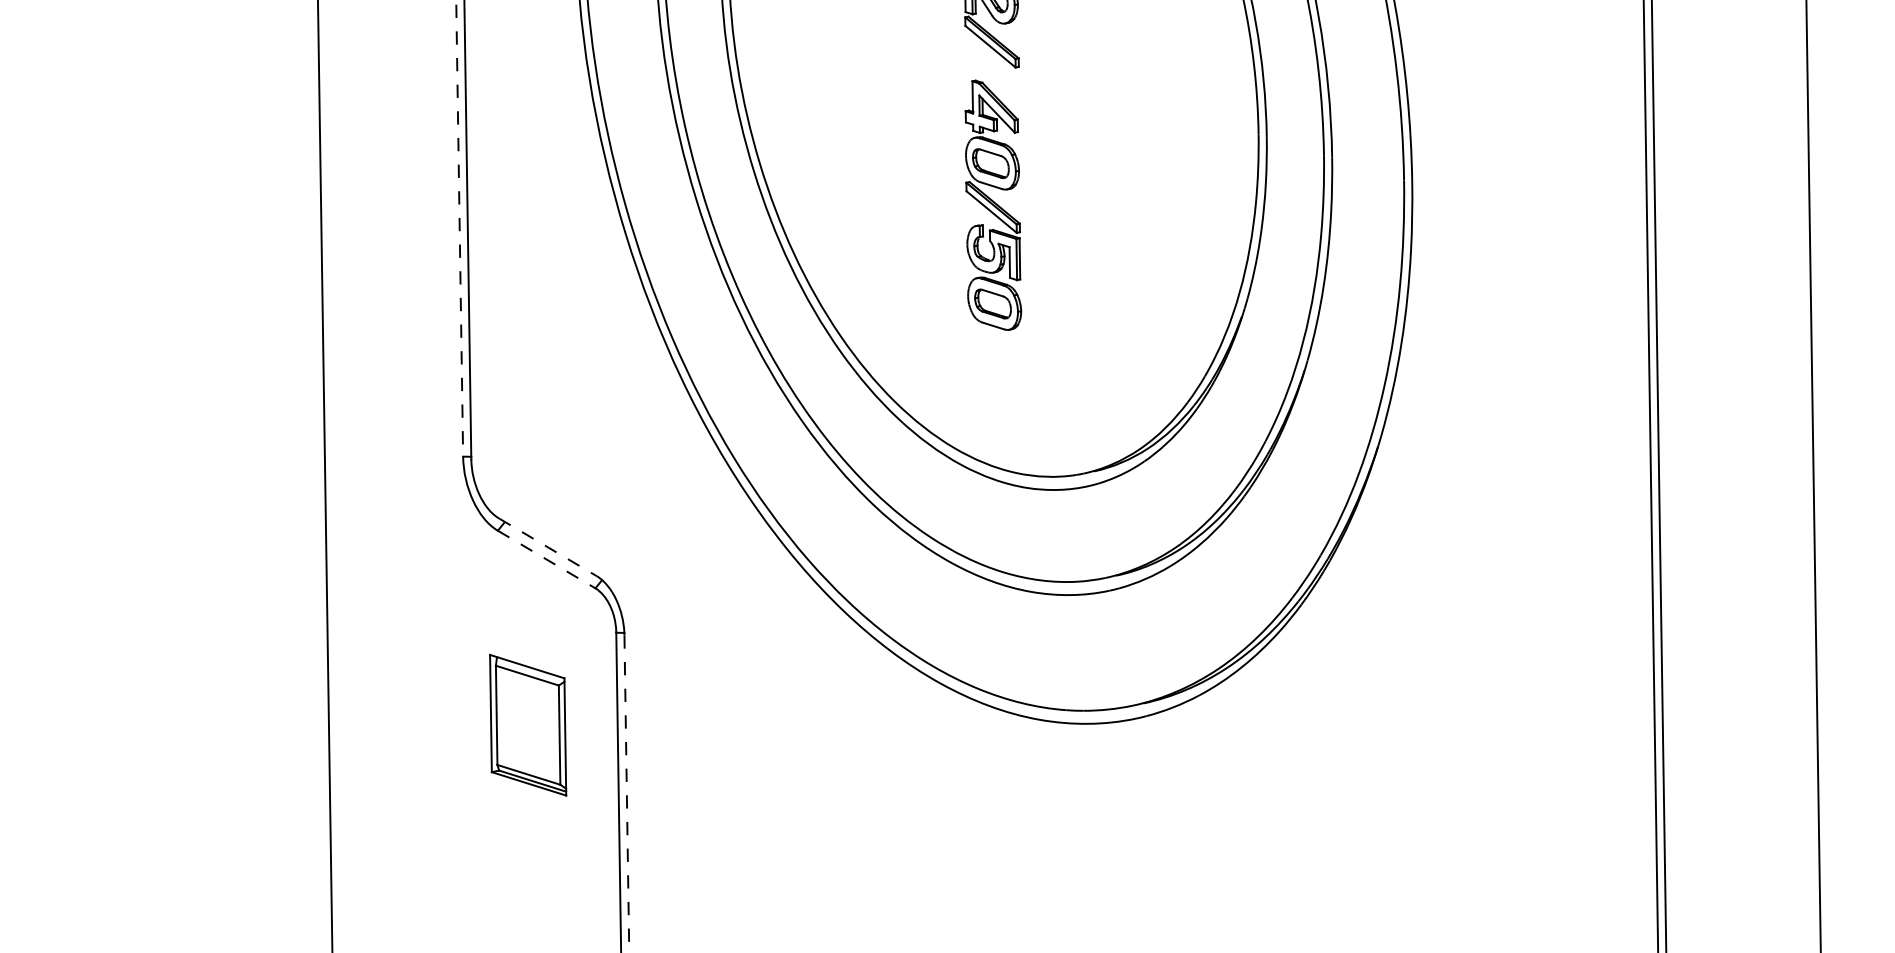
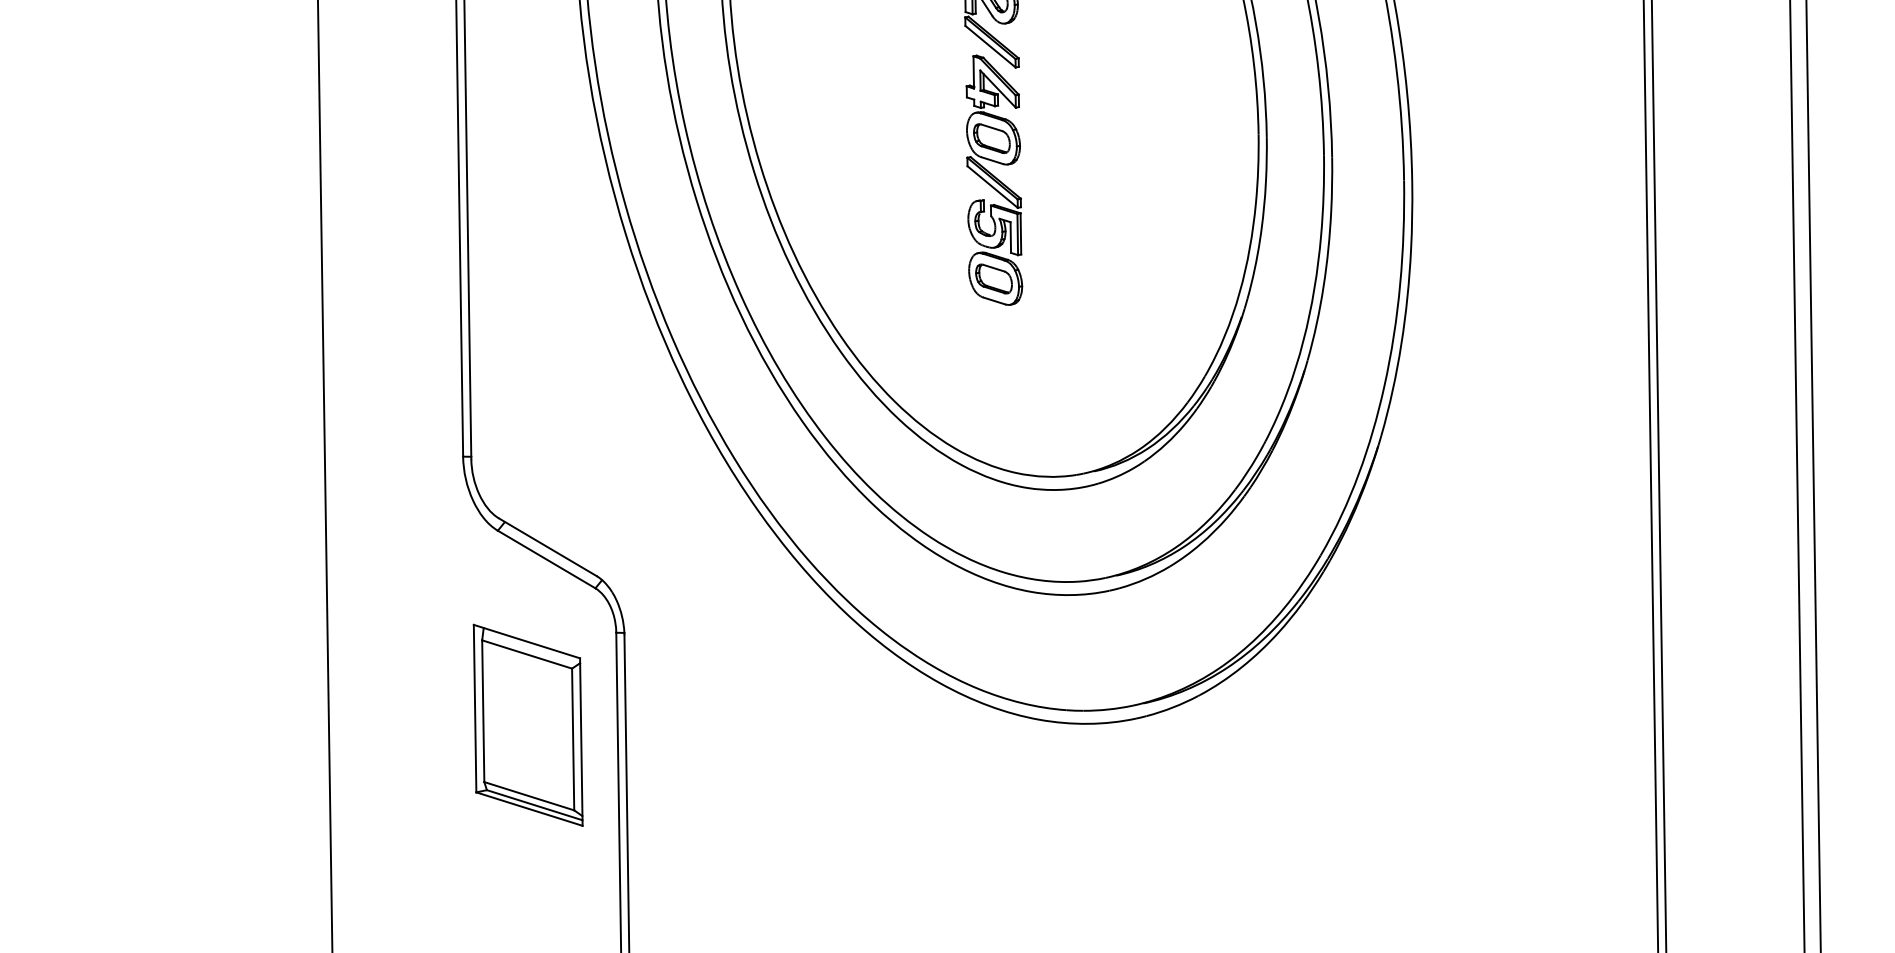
part at (993, 204) position: (993, 204) -> (994, 179)
line at (459, 228): dashed -> solid
line at (1797, 475): none -> present
line at (547, 547): dashed -> solid
line at (546, 559): dashed -> solid
part at (528, 724) size: 79x144 px -> 112x204 px
line at (626, 794): dashed -> solid
